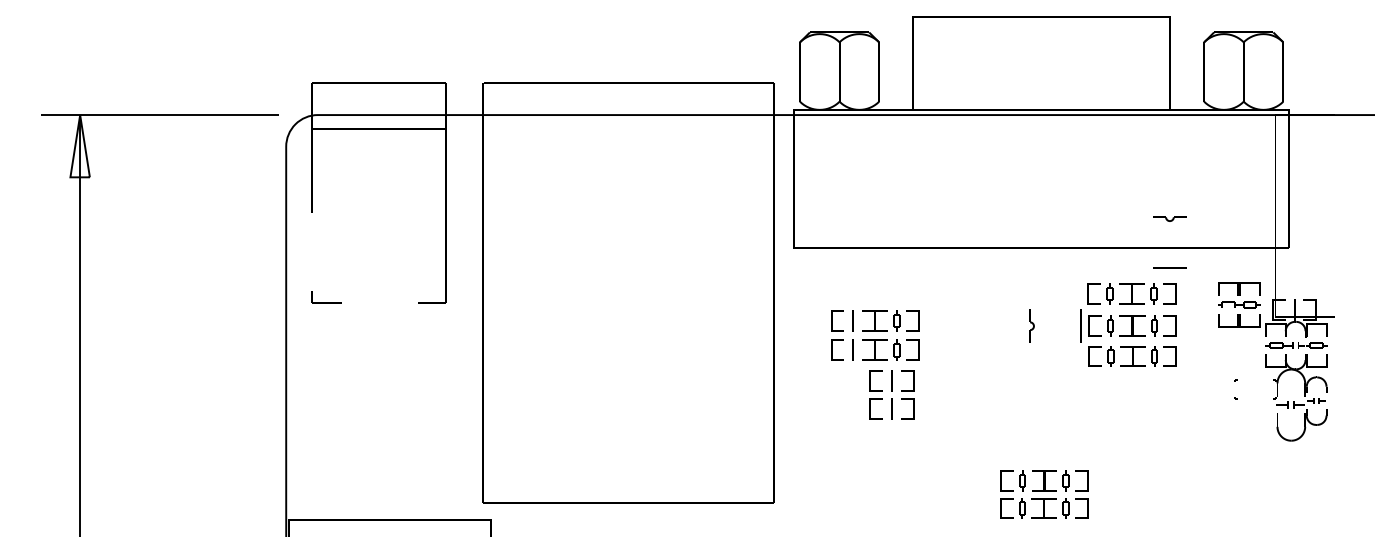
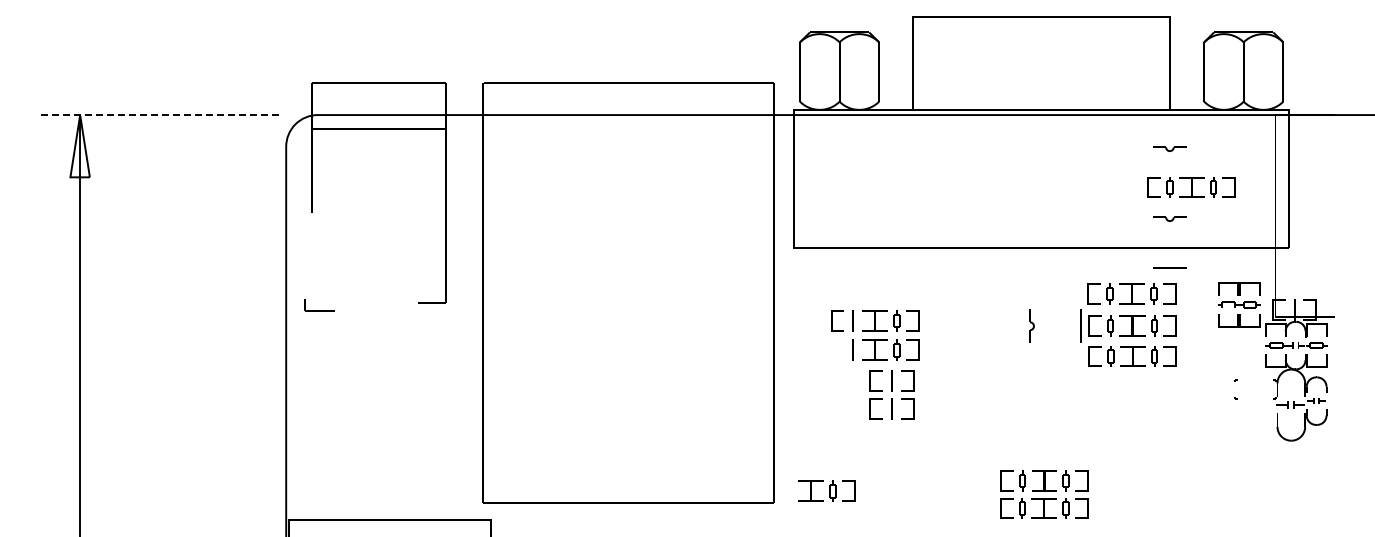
line at (160, 115): solid -> dashed
part at (1169, 148): none -> present
part at (1191, 187): none -> present
part at (326, 297) position: (326, 297) -> (319, 305)
part at (837, 349): present -> none
part at (826, 490): none -> present
